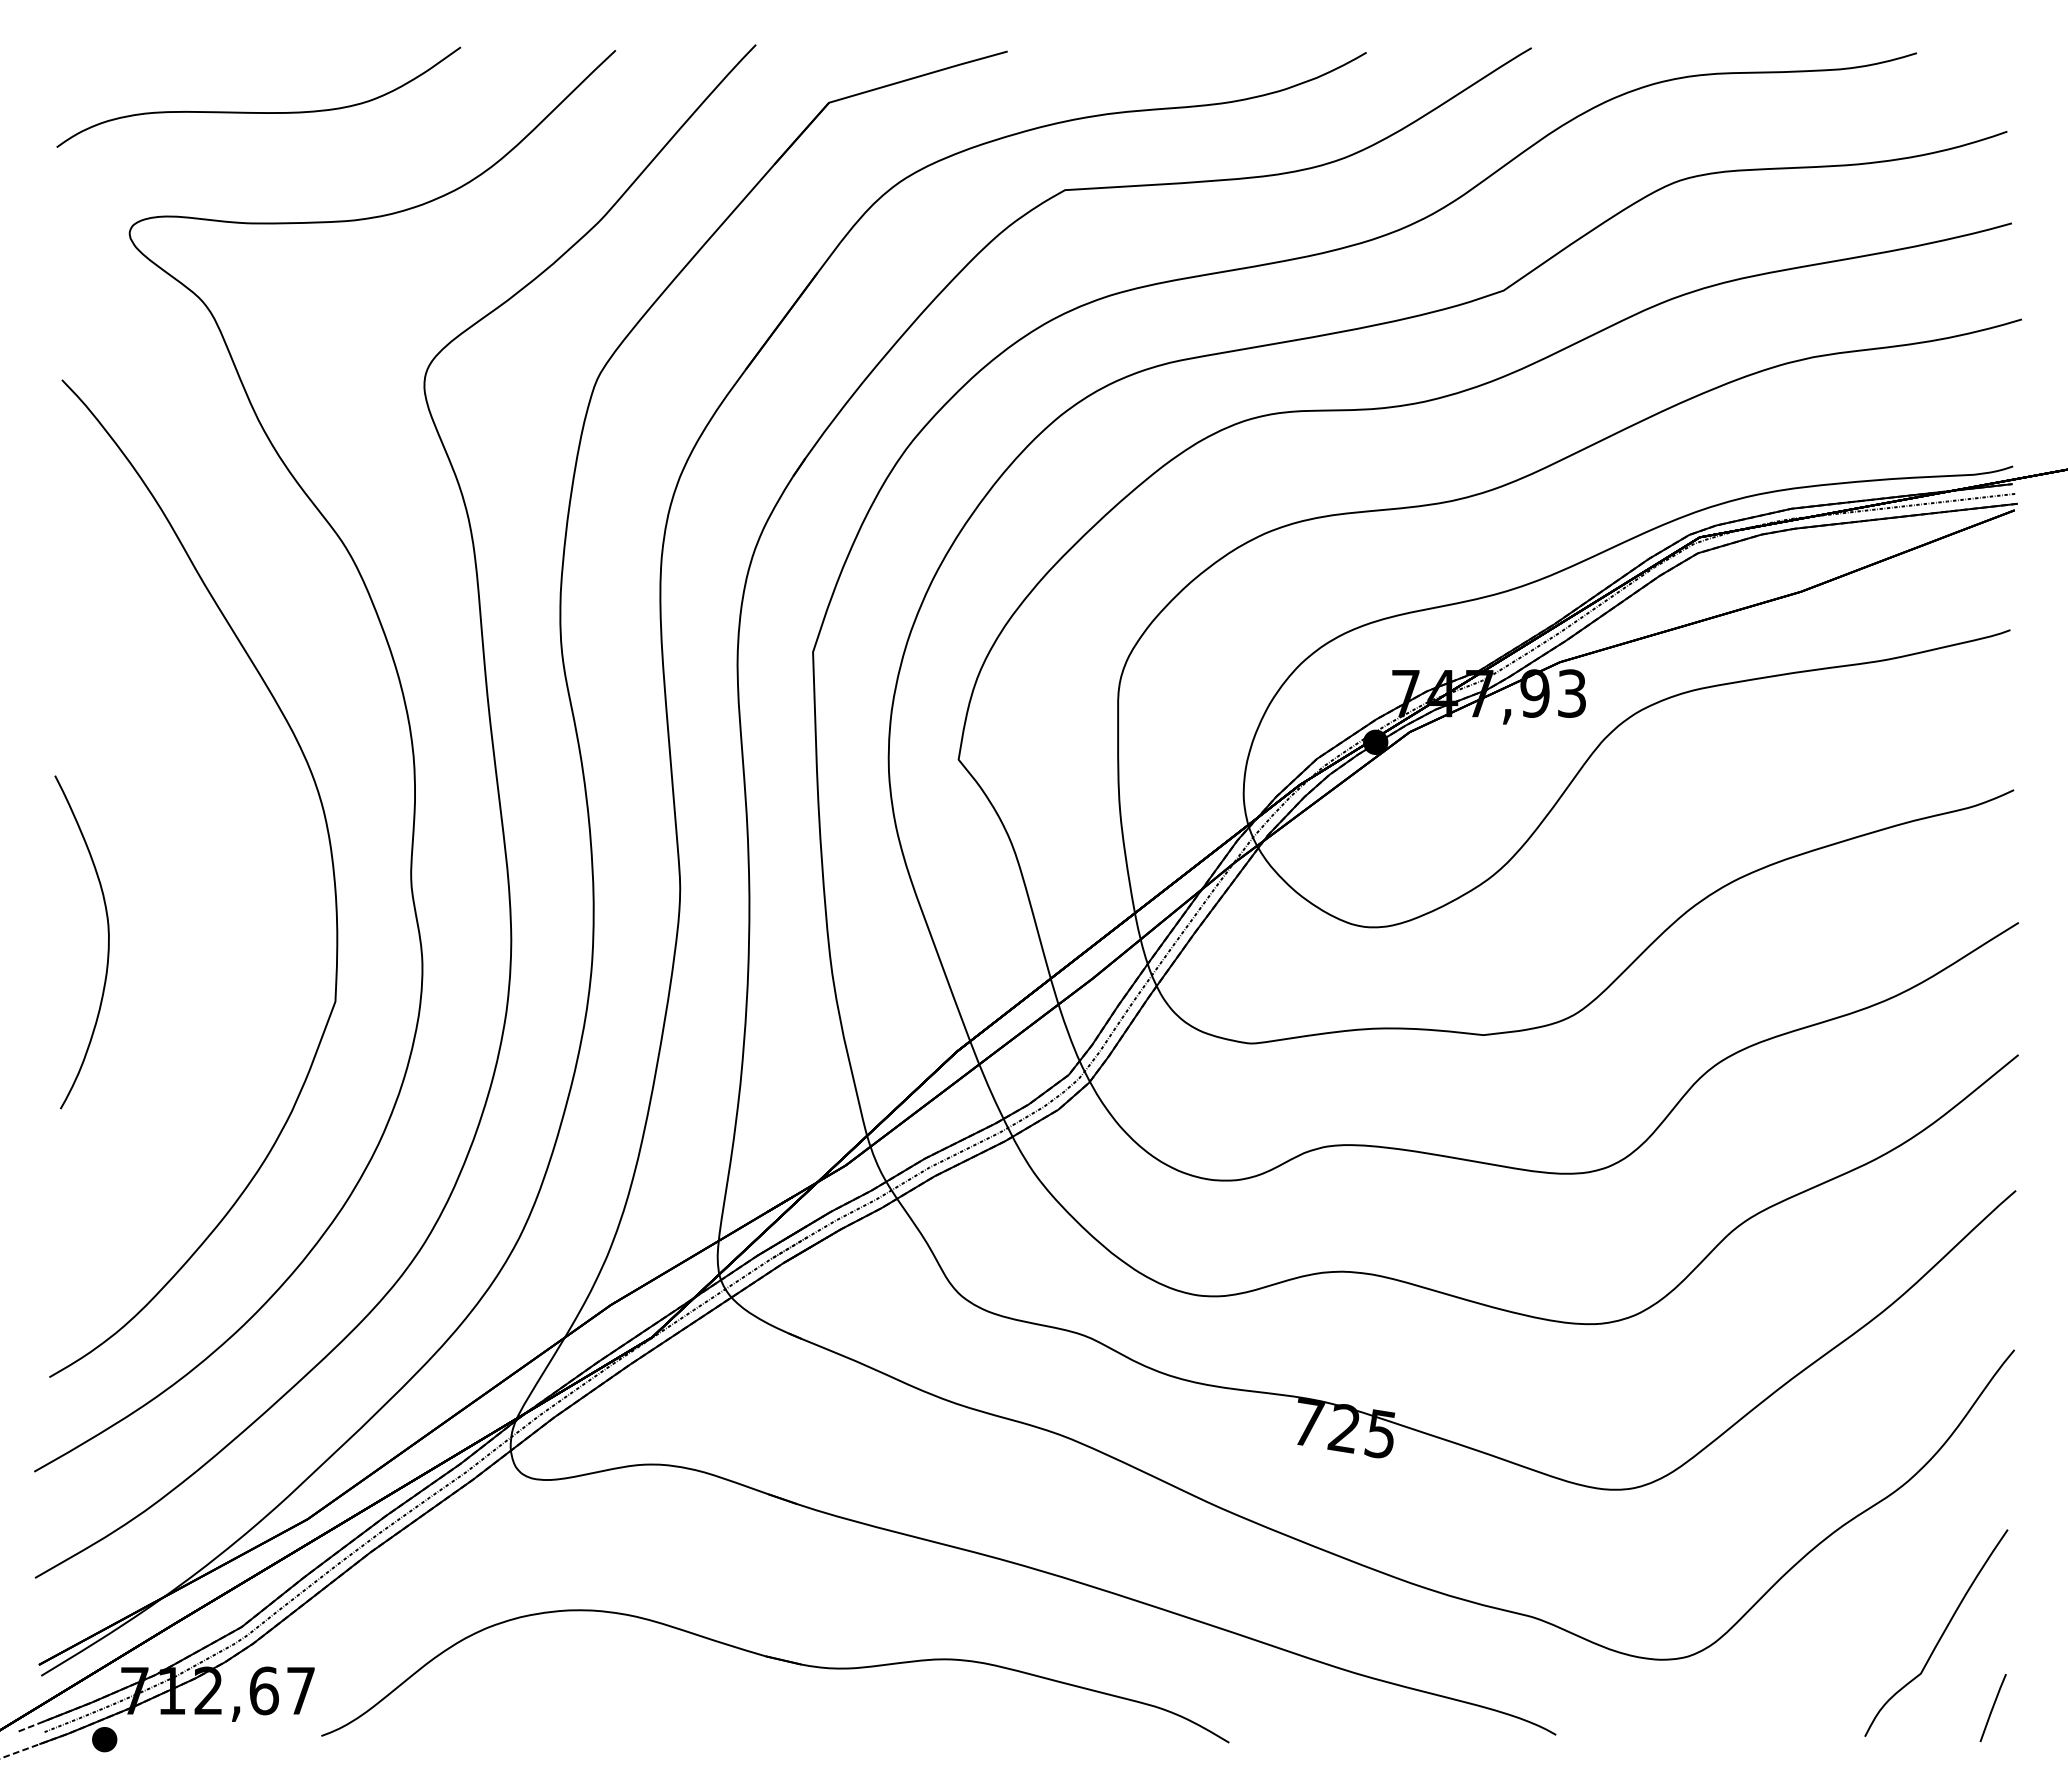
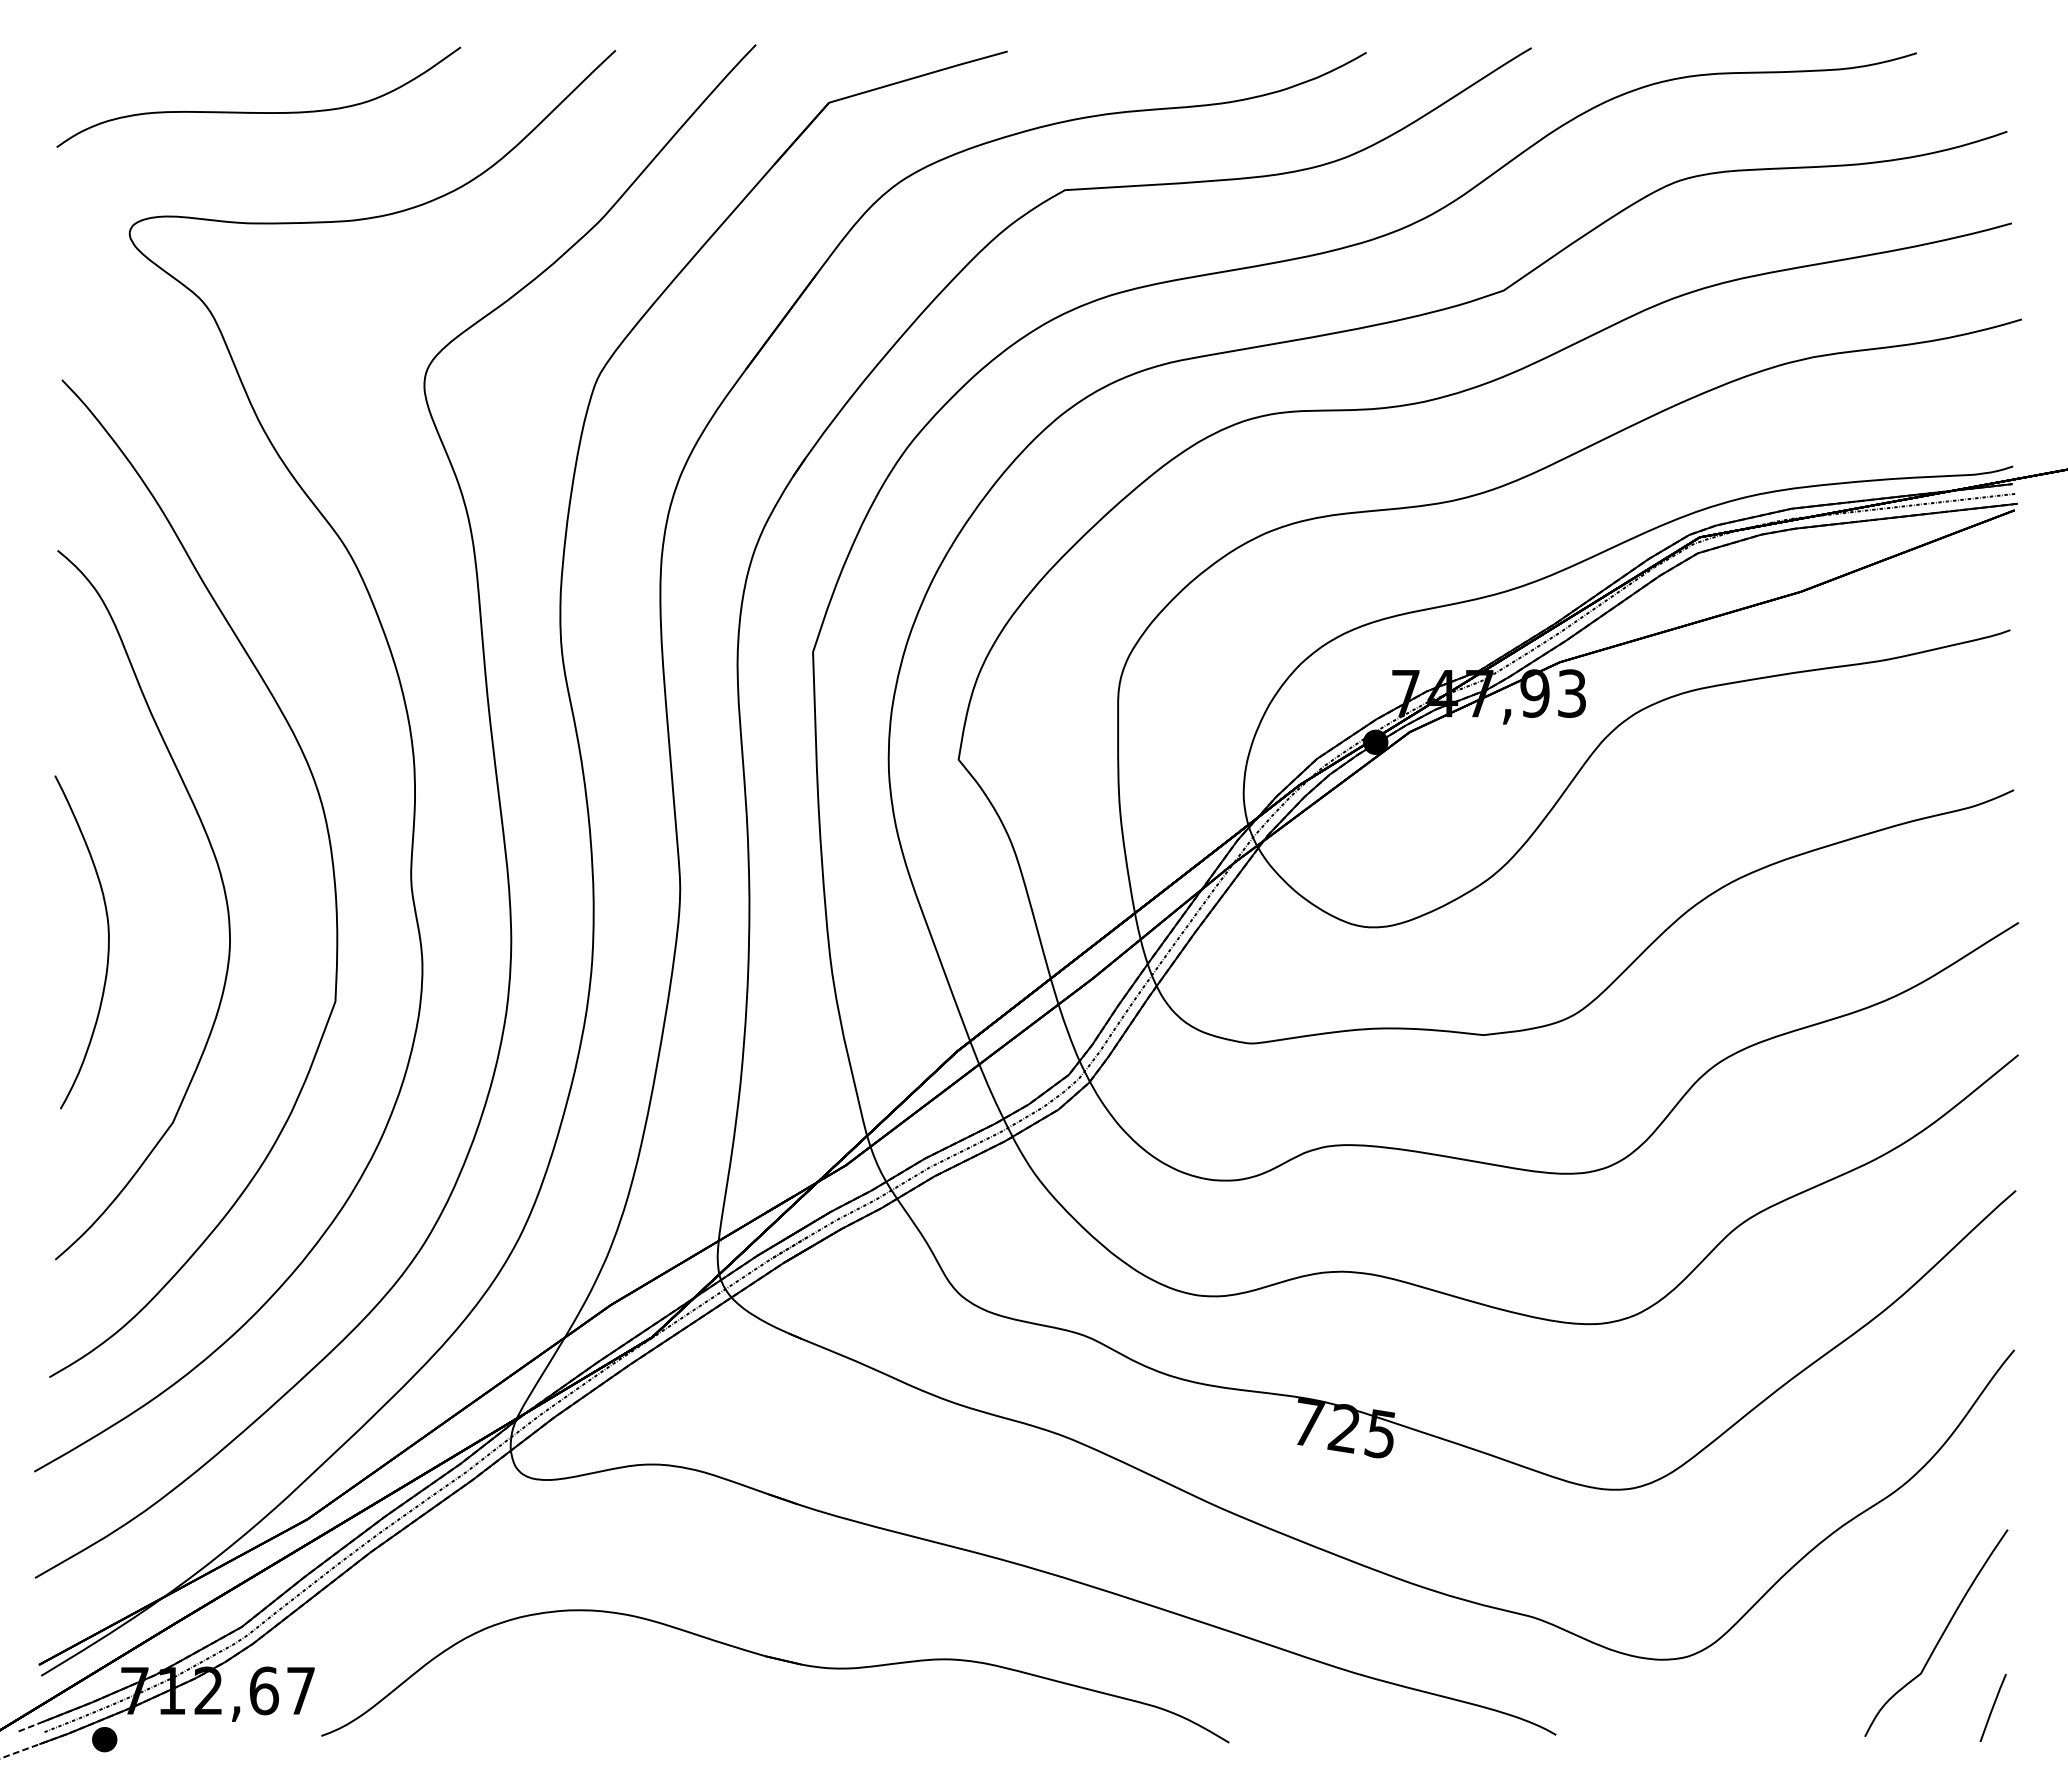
part at (222, 886): none -> present
